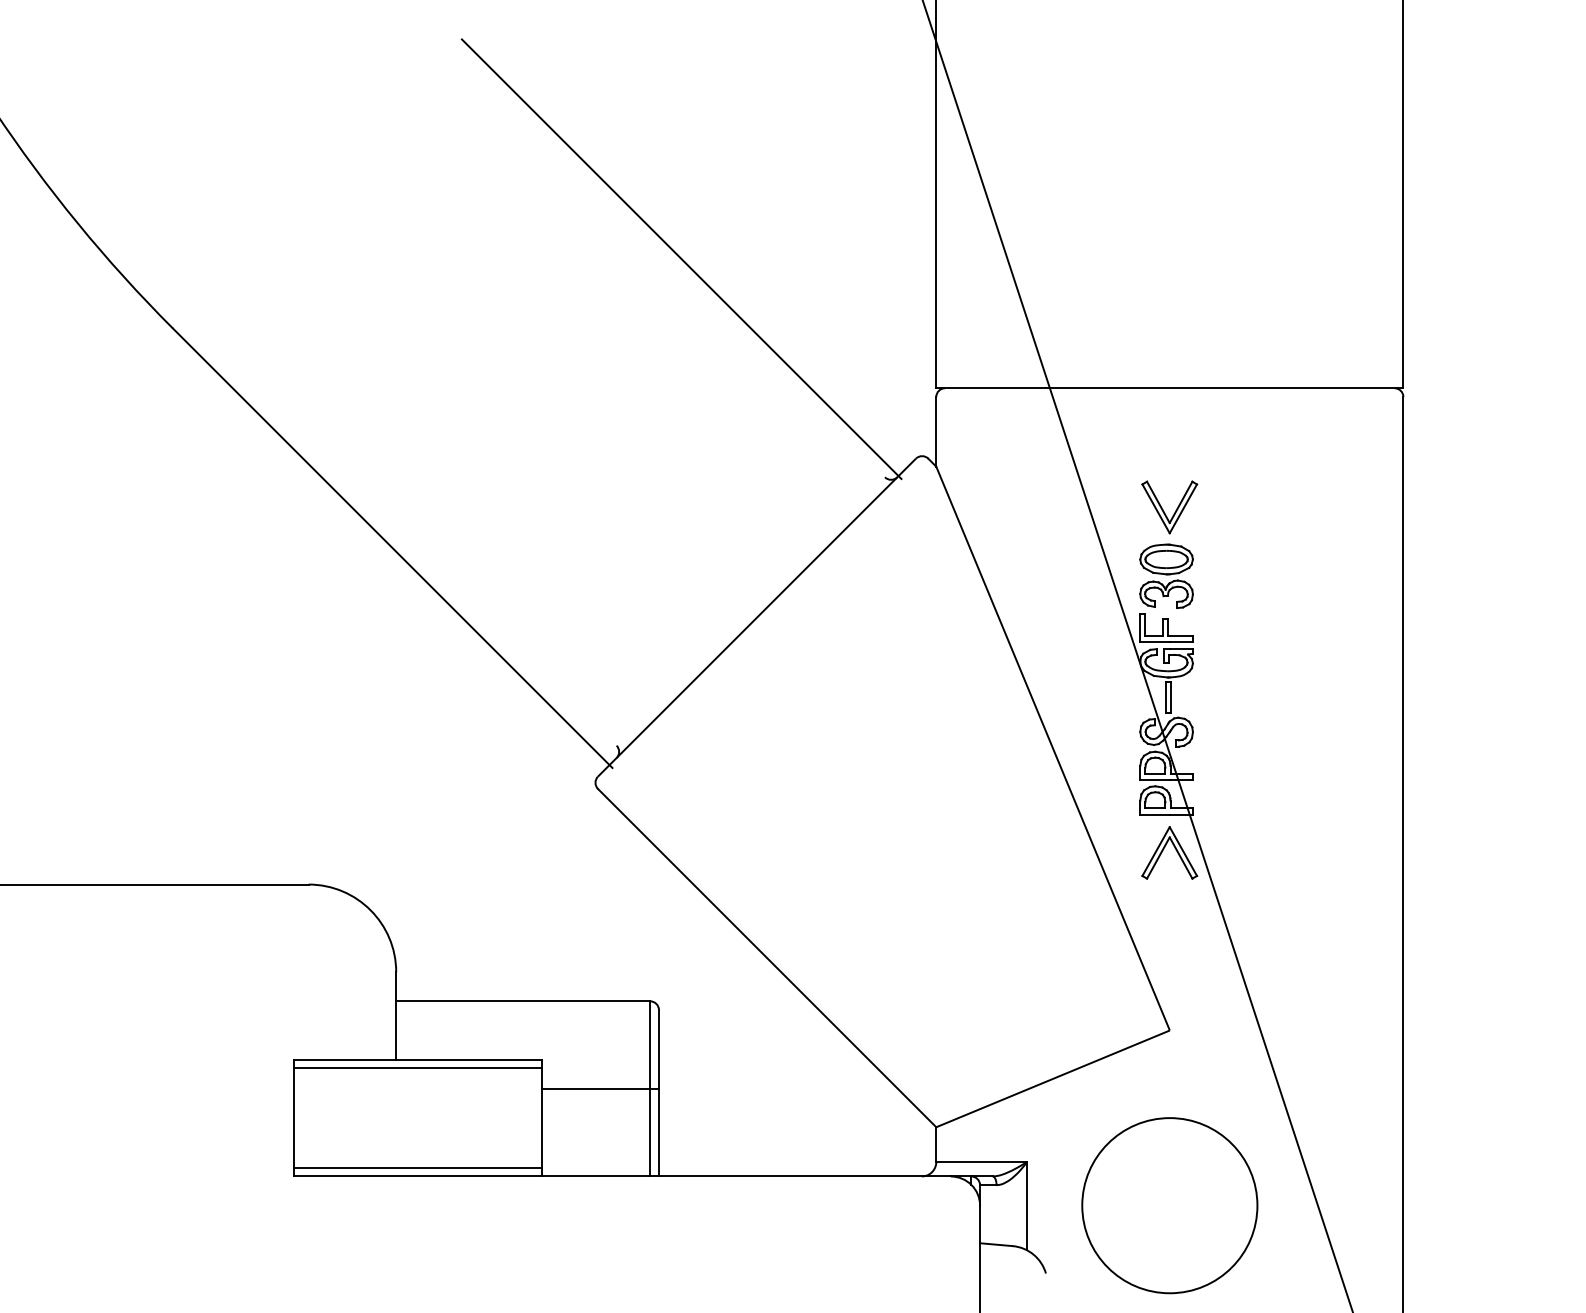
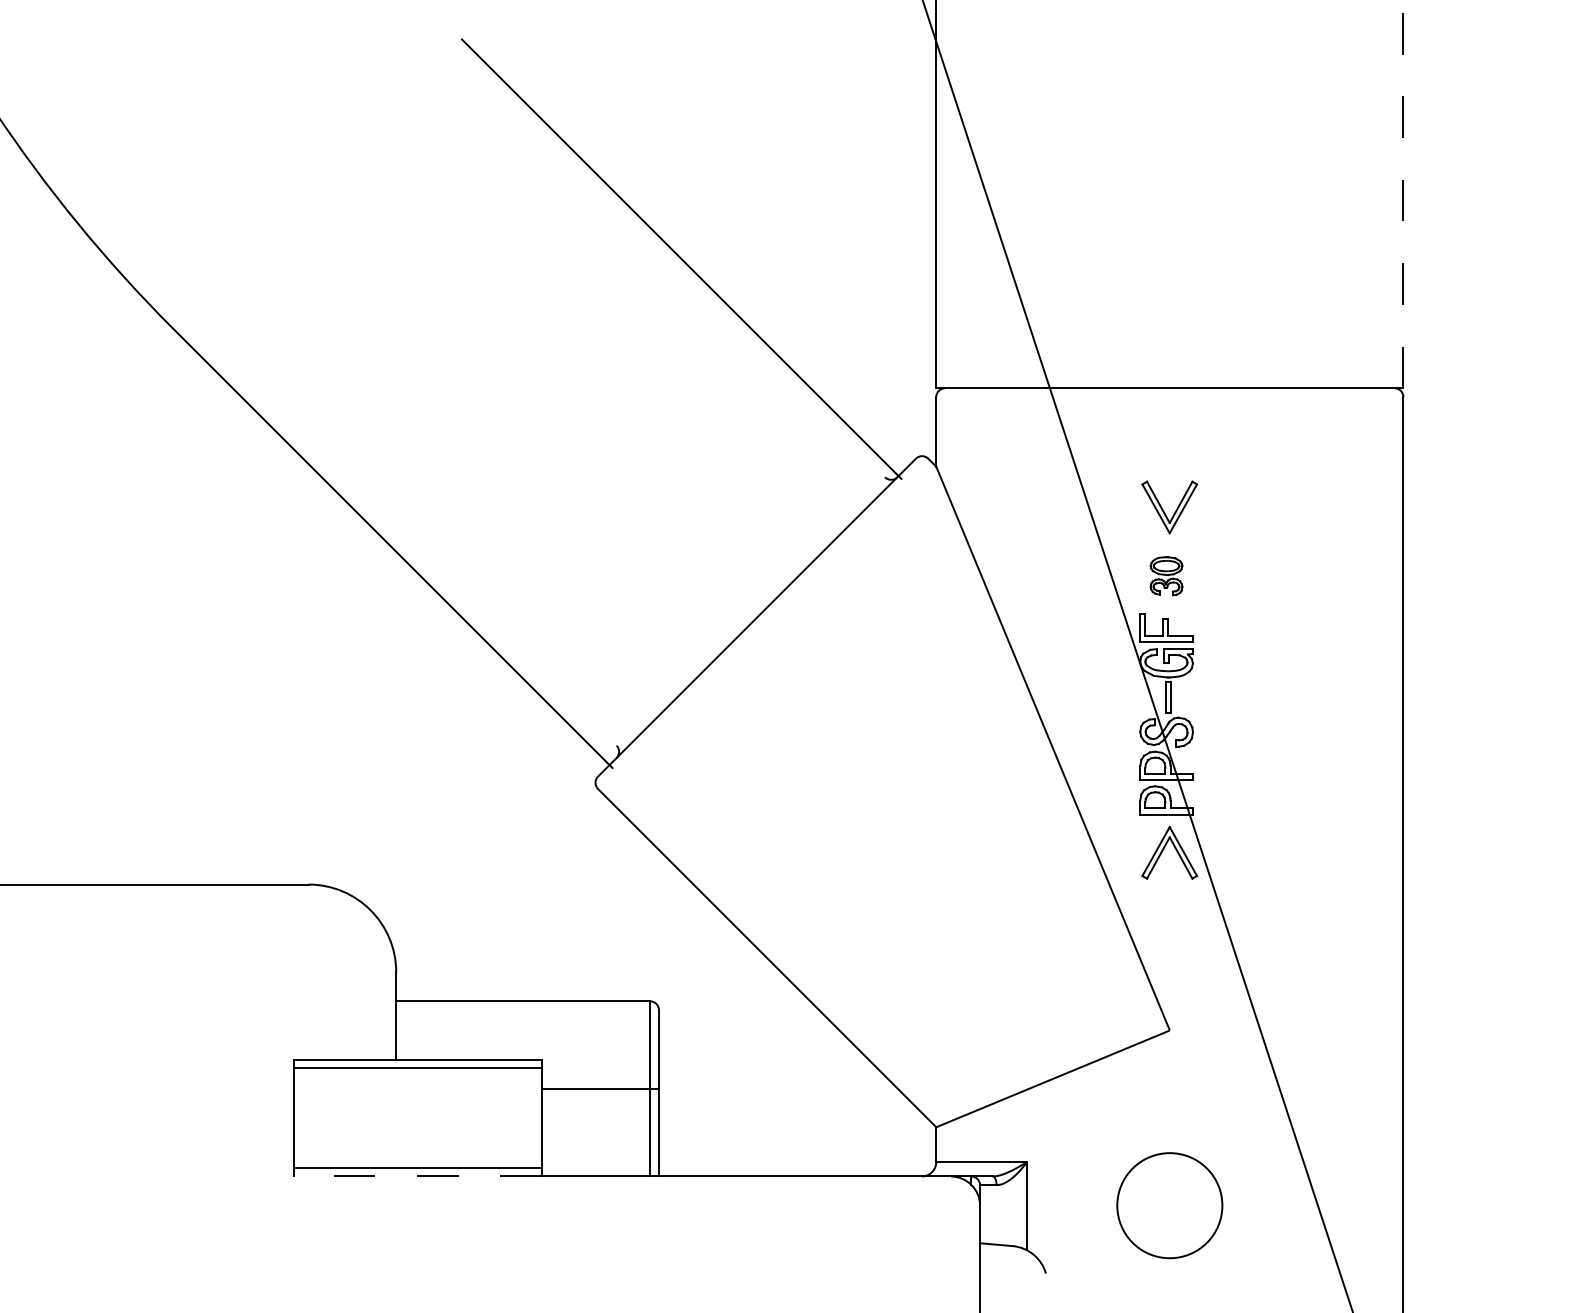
line at (1403, 194): solid -> dashed
part at (1166, 575) size: 55x66 px -> 35x41 px
line at (417, 1176): solid -> dashed
circle at (1169, 1205) diameter: 175 px -> 105 px
